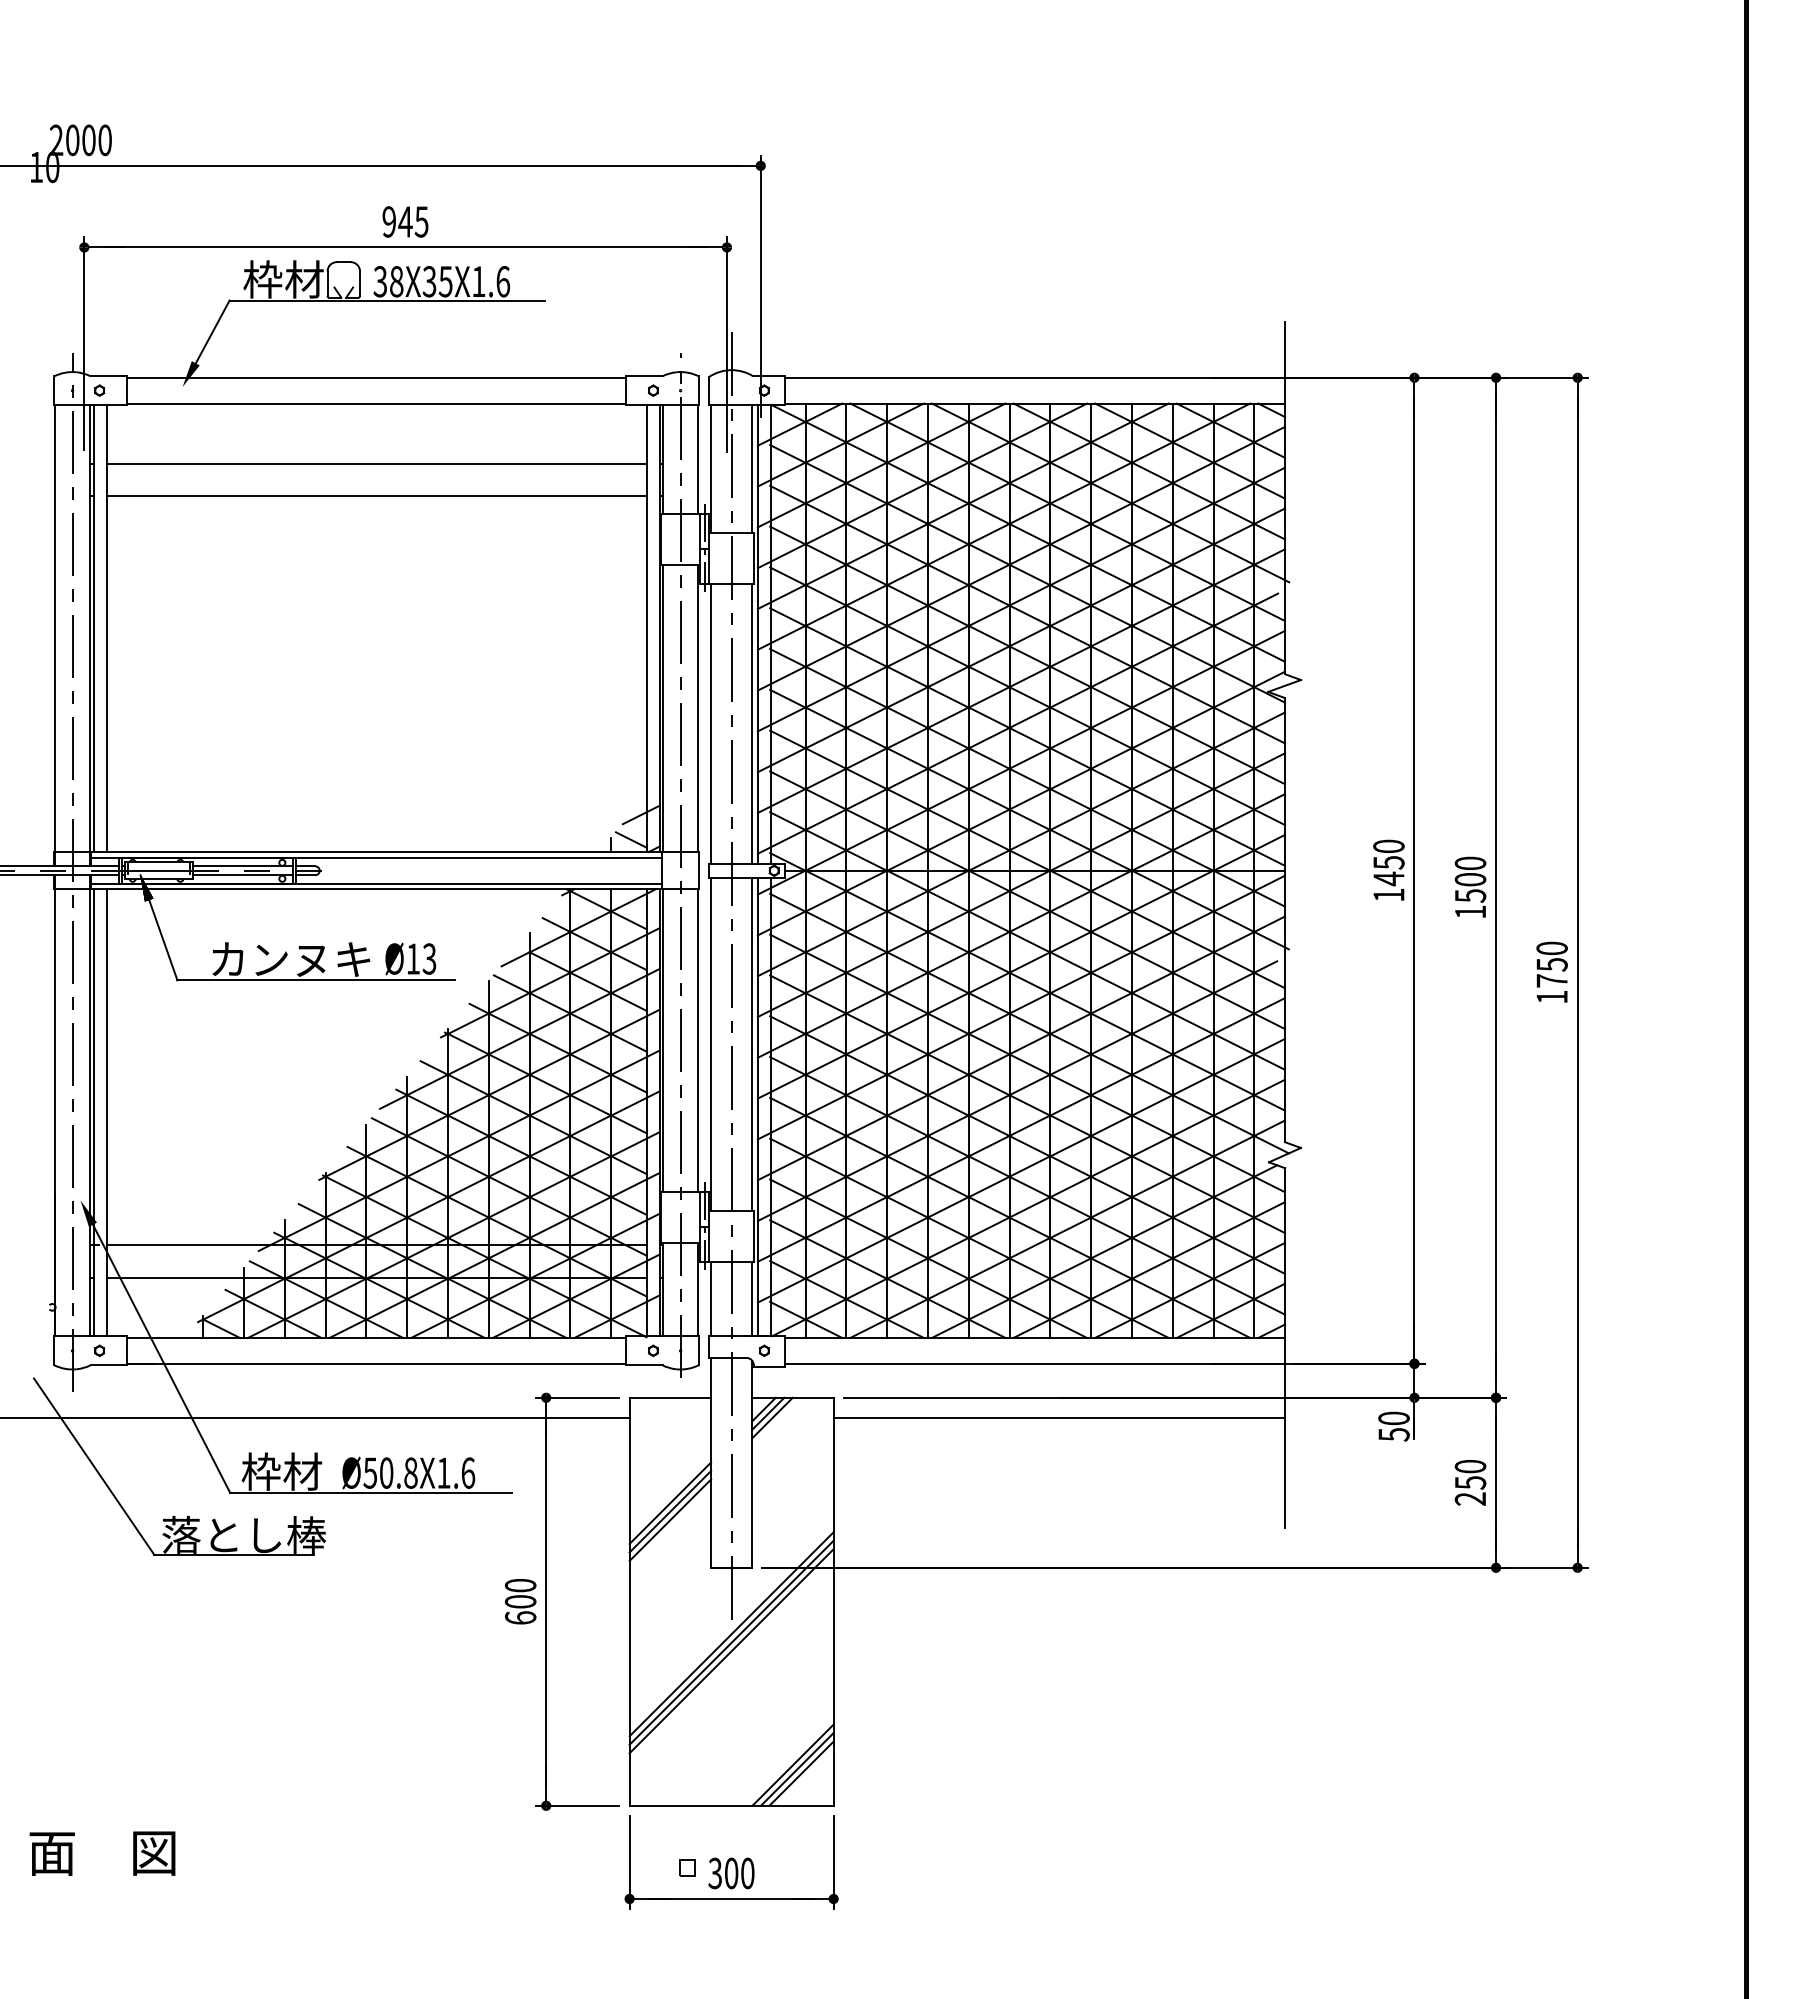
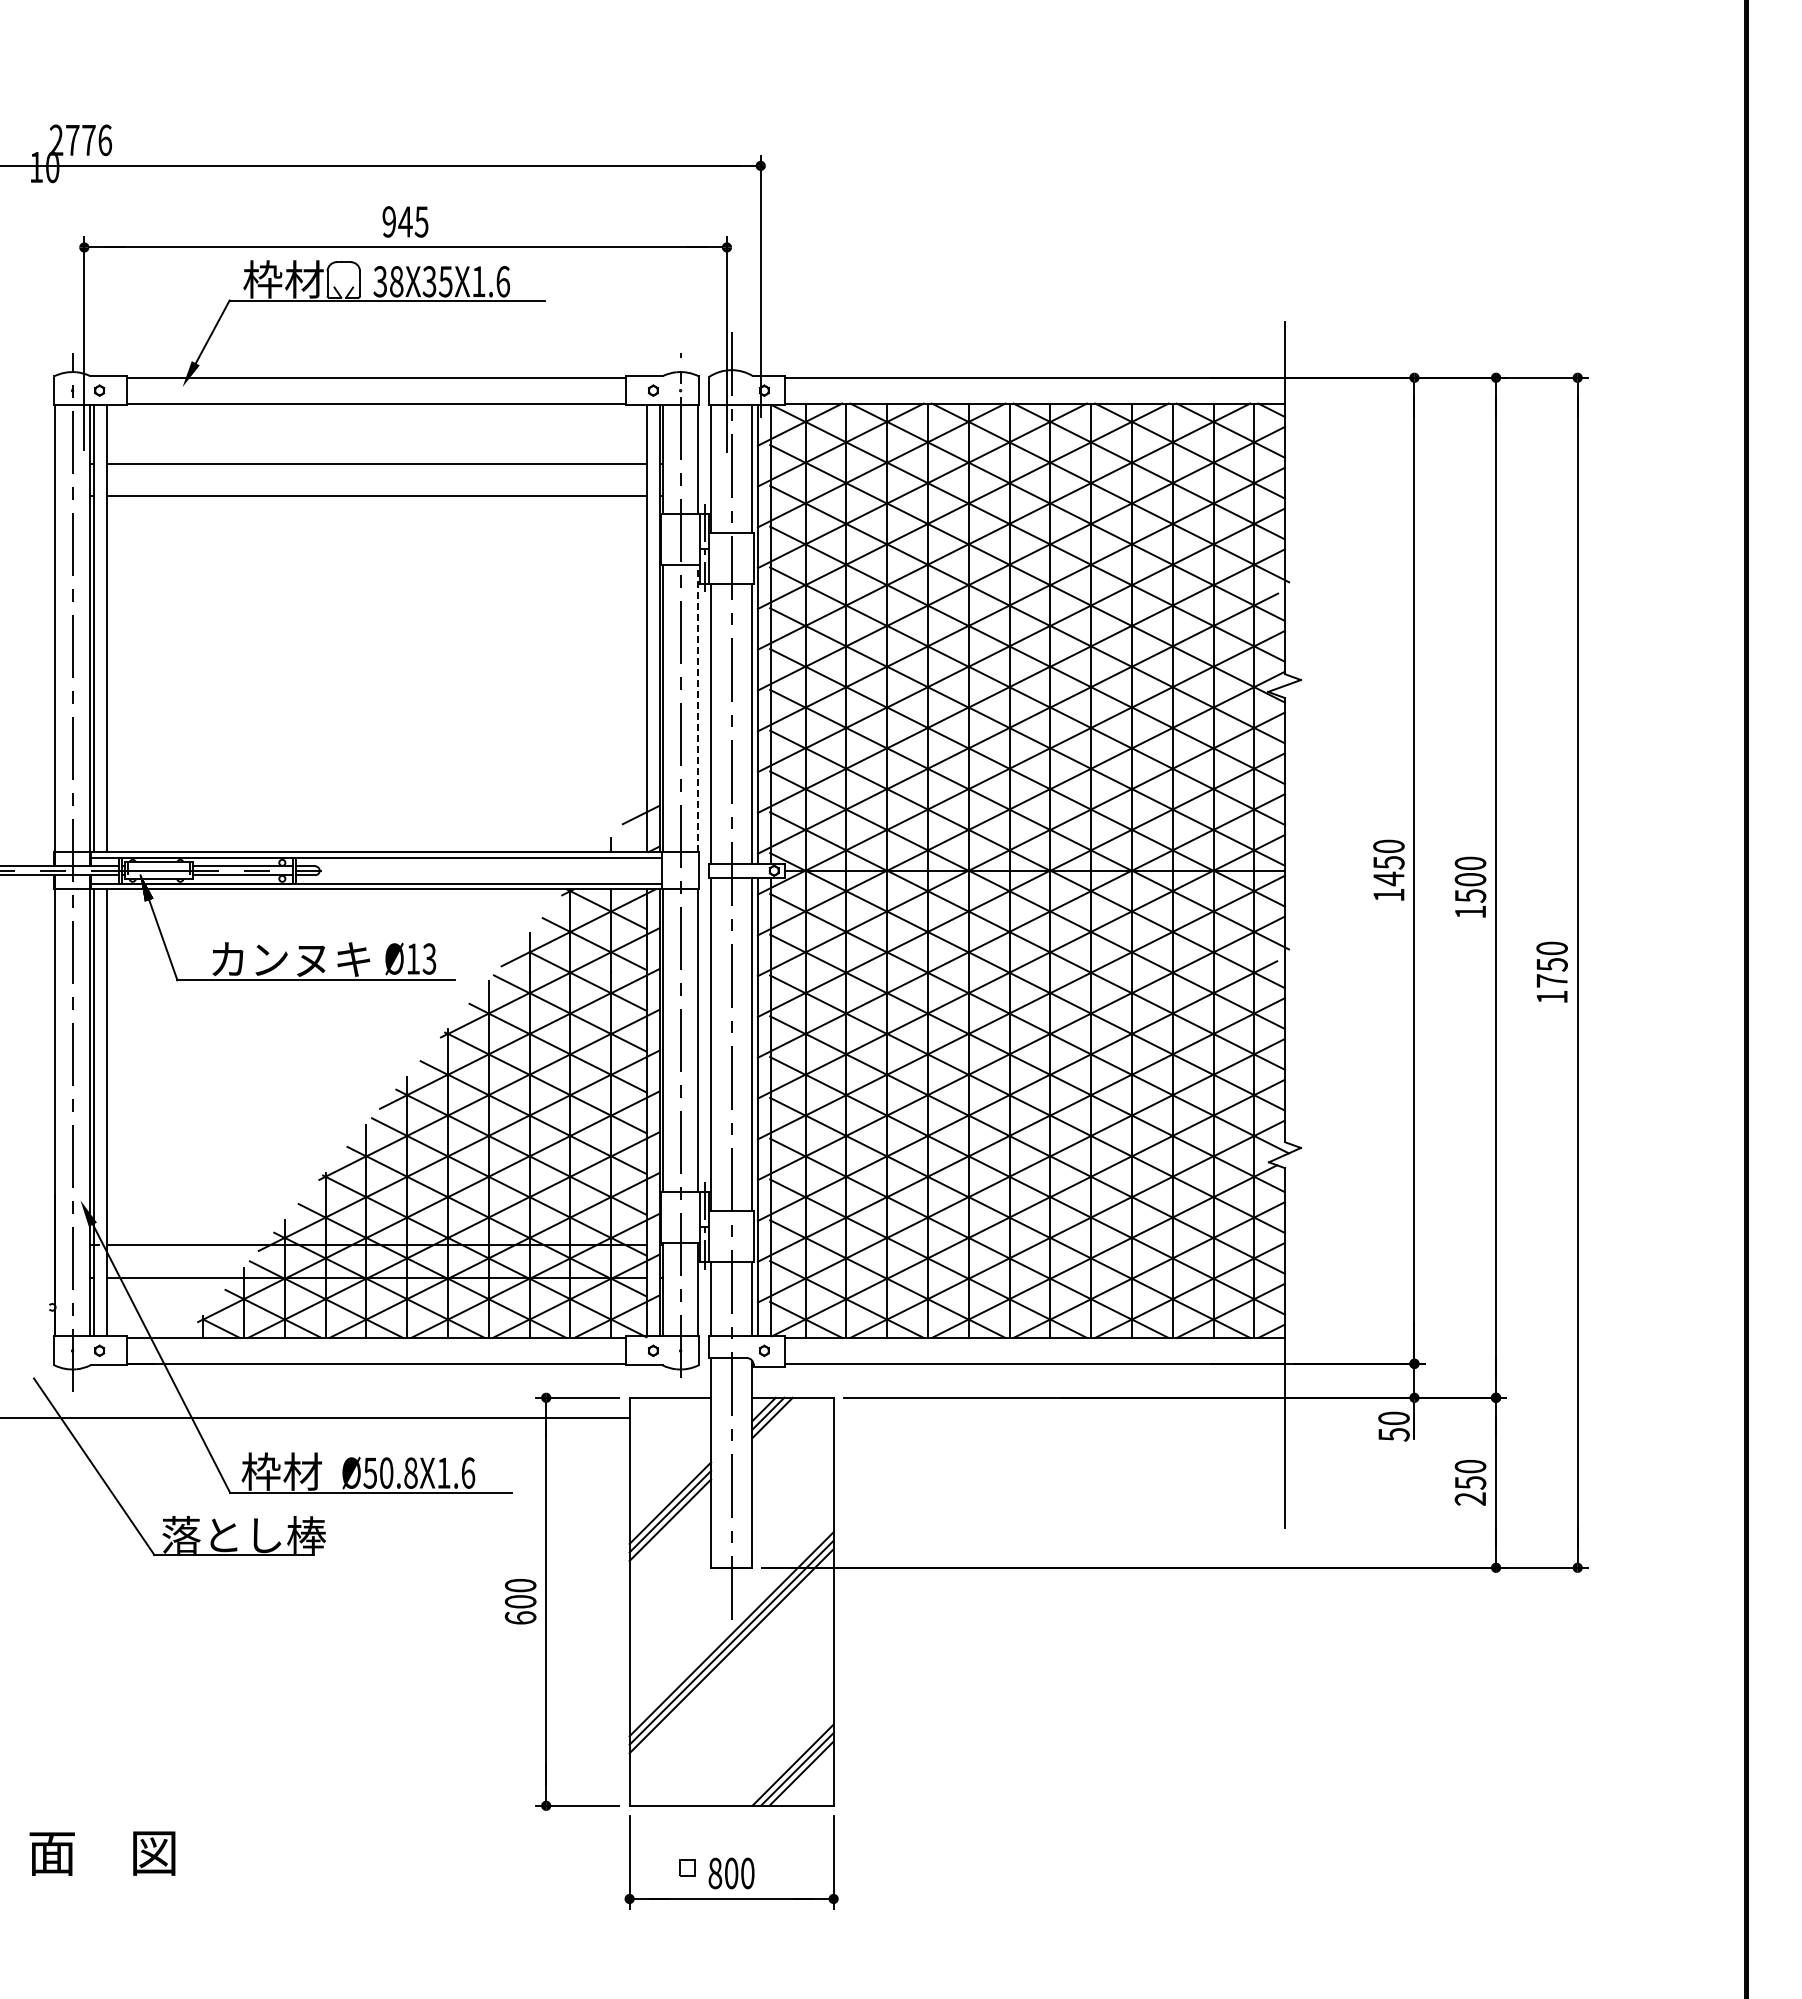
text at (89, 140): 2000 -> 2776
line at (697, 708): solid -> dashed
line at (630, 839): present -> none
line at (1058, 1418): present -> none
text at (715, 1873): 300 -> 800
